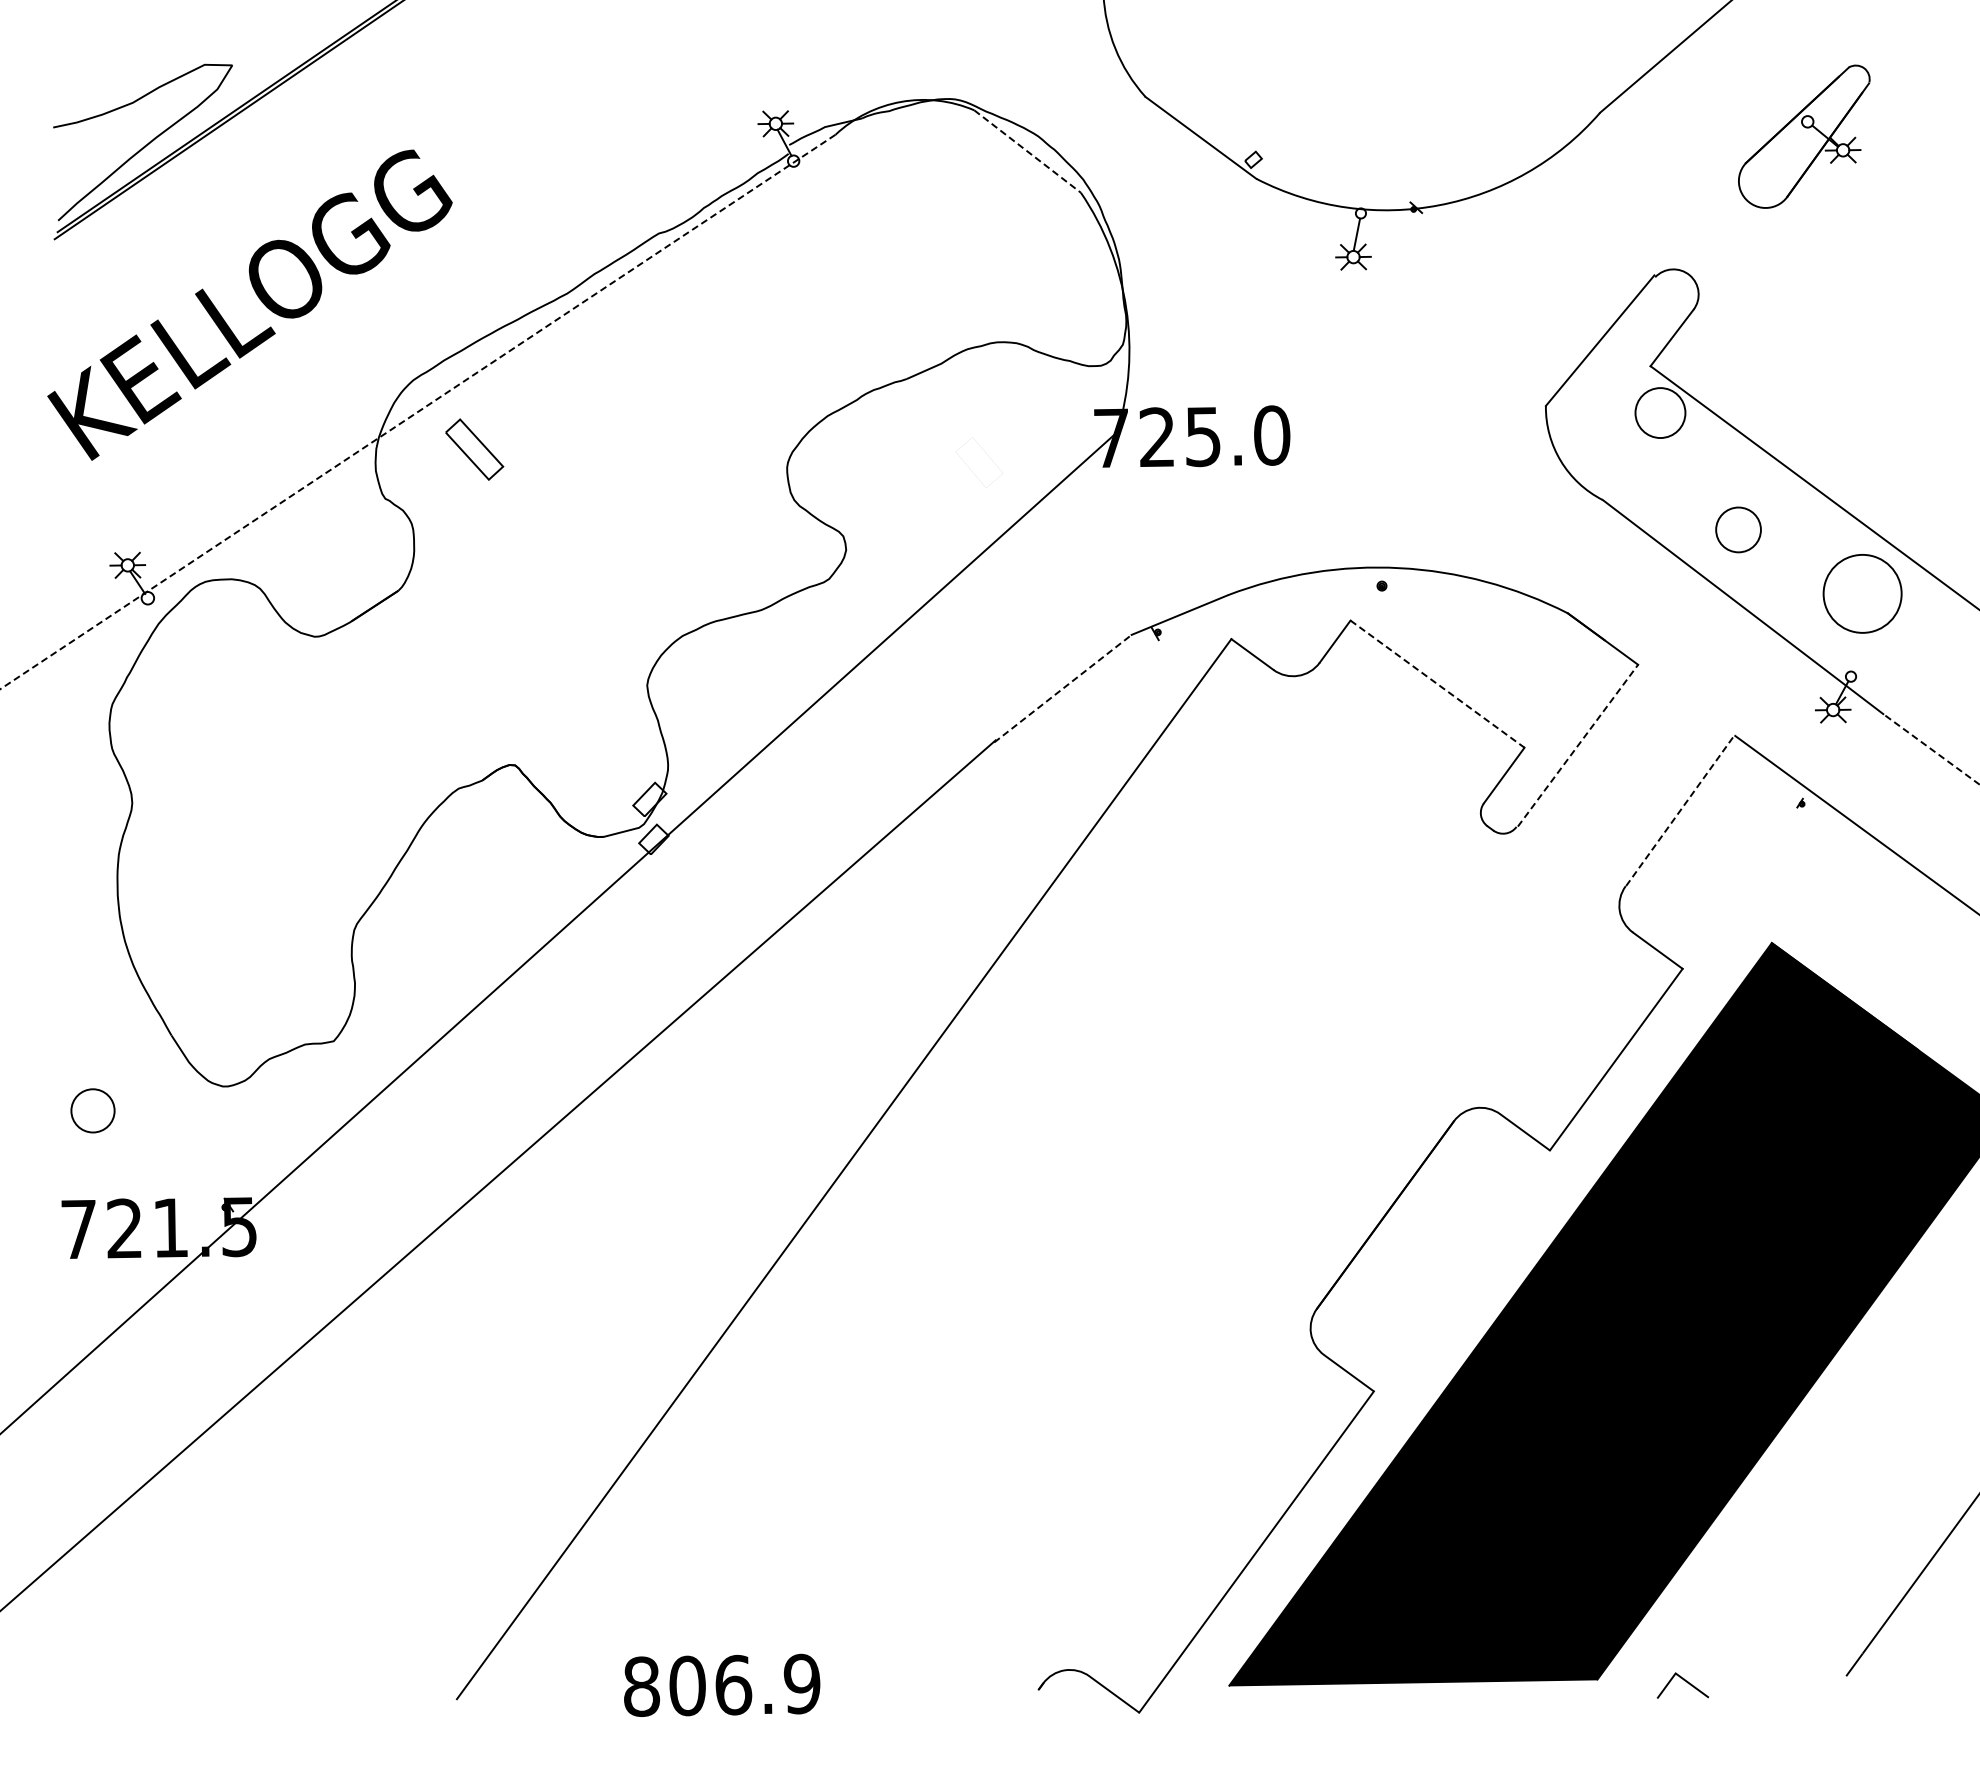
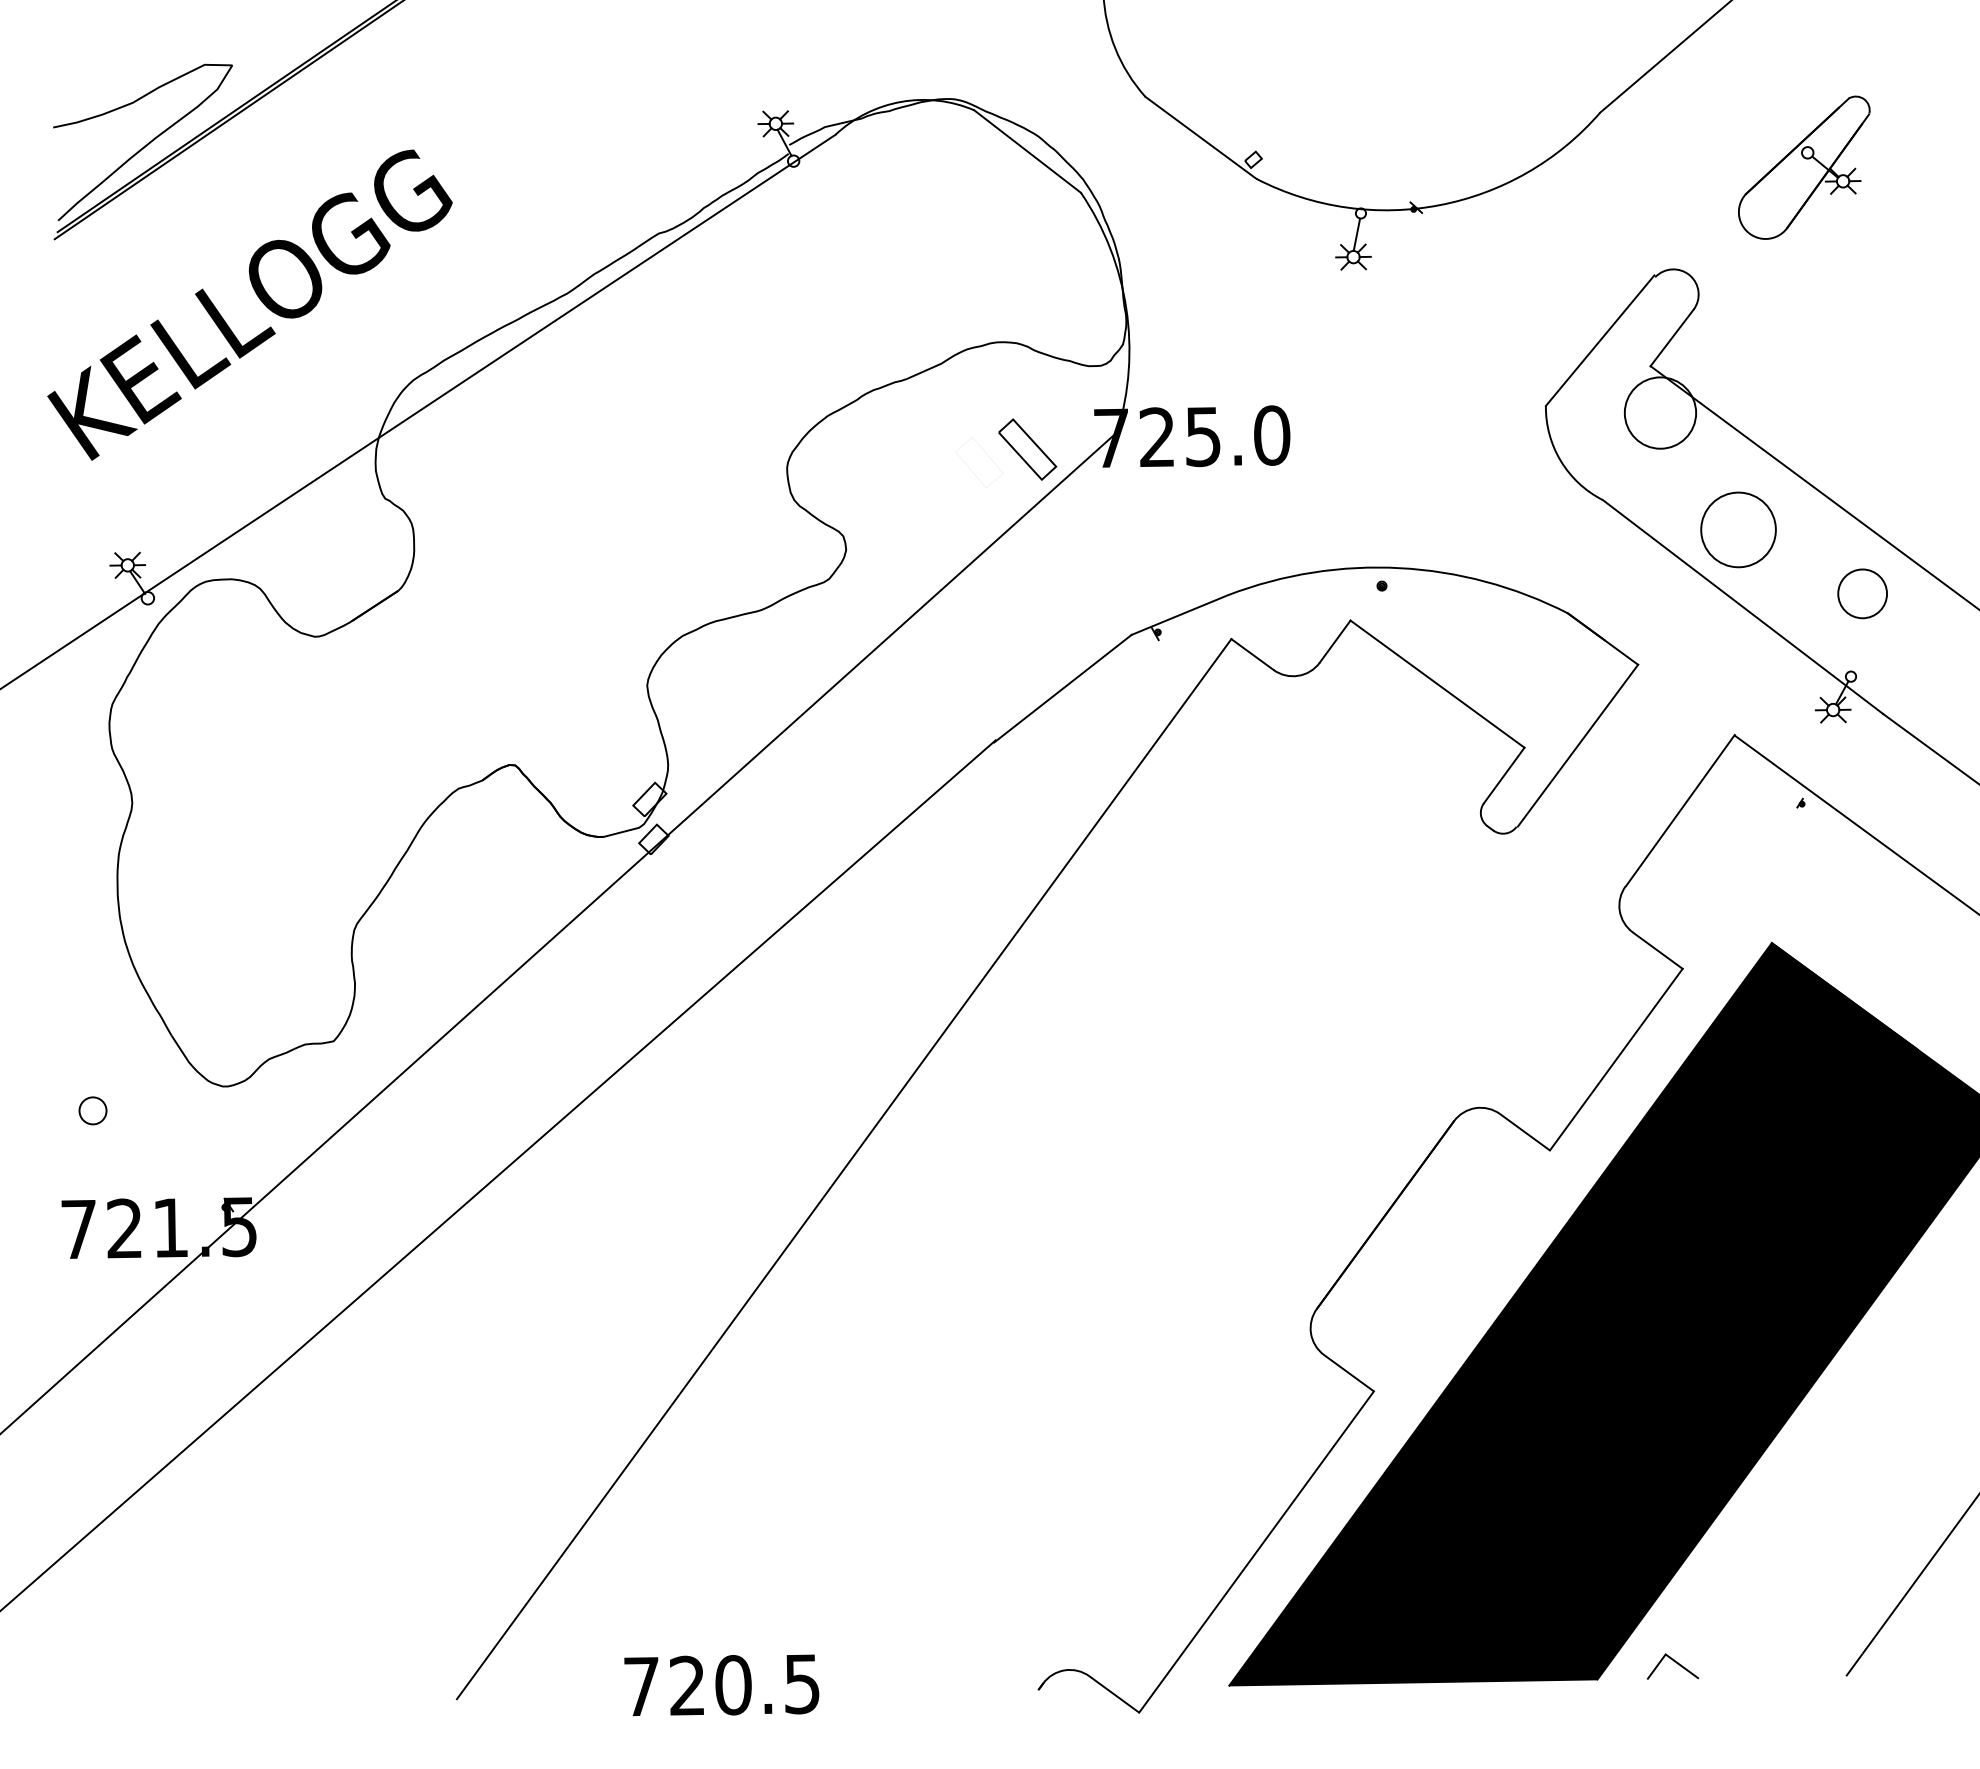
part at (1804, 136) position: (1804, 136) -> (1804, 167)
line at (1027, 151): dashed -> solid
line at (418, 411): dashed -> solid
circle at (1660, 413) diameter: 50 px -> 71 px
part at (474, 449) position: (474, 449) -> (1027, 449)
circle at (1738, 529) diameter: 45 px -> 75 px
circle at (1862, 593) diameter: 78 px -> 49 px
line at (1437, 684): dashed -> solid
line at (1063, 688): dashed -> solid
line at (1578, 745): dashed -> solid
line at (1930, 748): dashed -> solid
line at (1680, 810): dashed -> solid
circle at (92, 1110) diameter: 43 px -> 27 px
line at (1684, 1681) position: (1684, 1681) -> (1674, 1662)
text at (722, 1684): 806.9 -> 720.5
